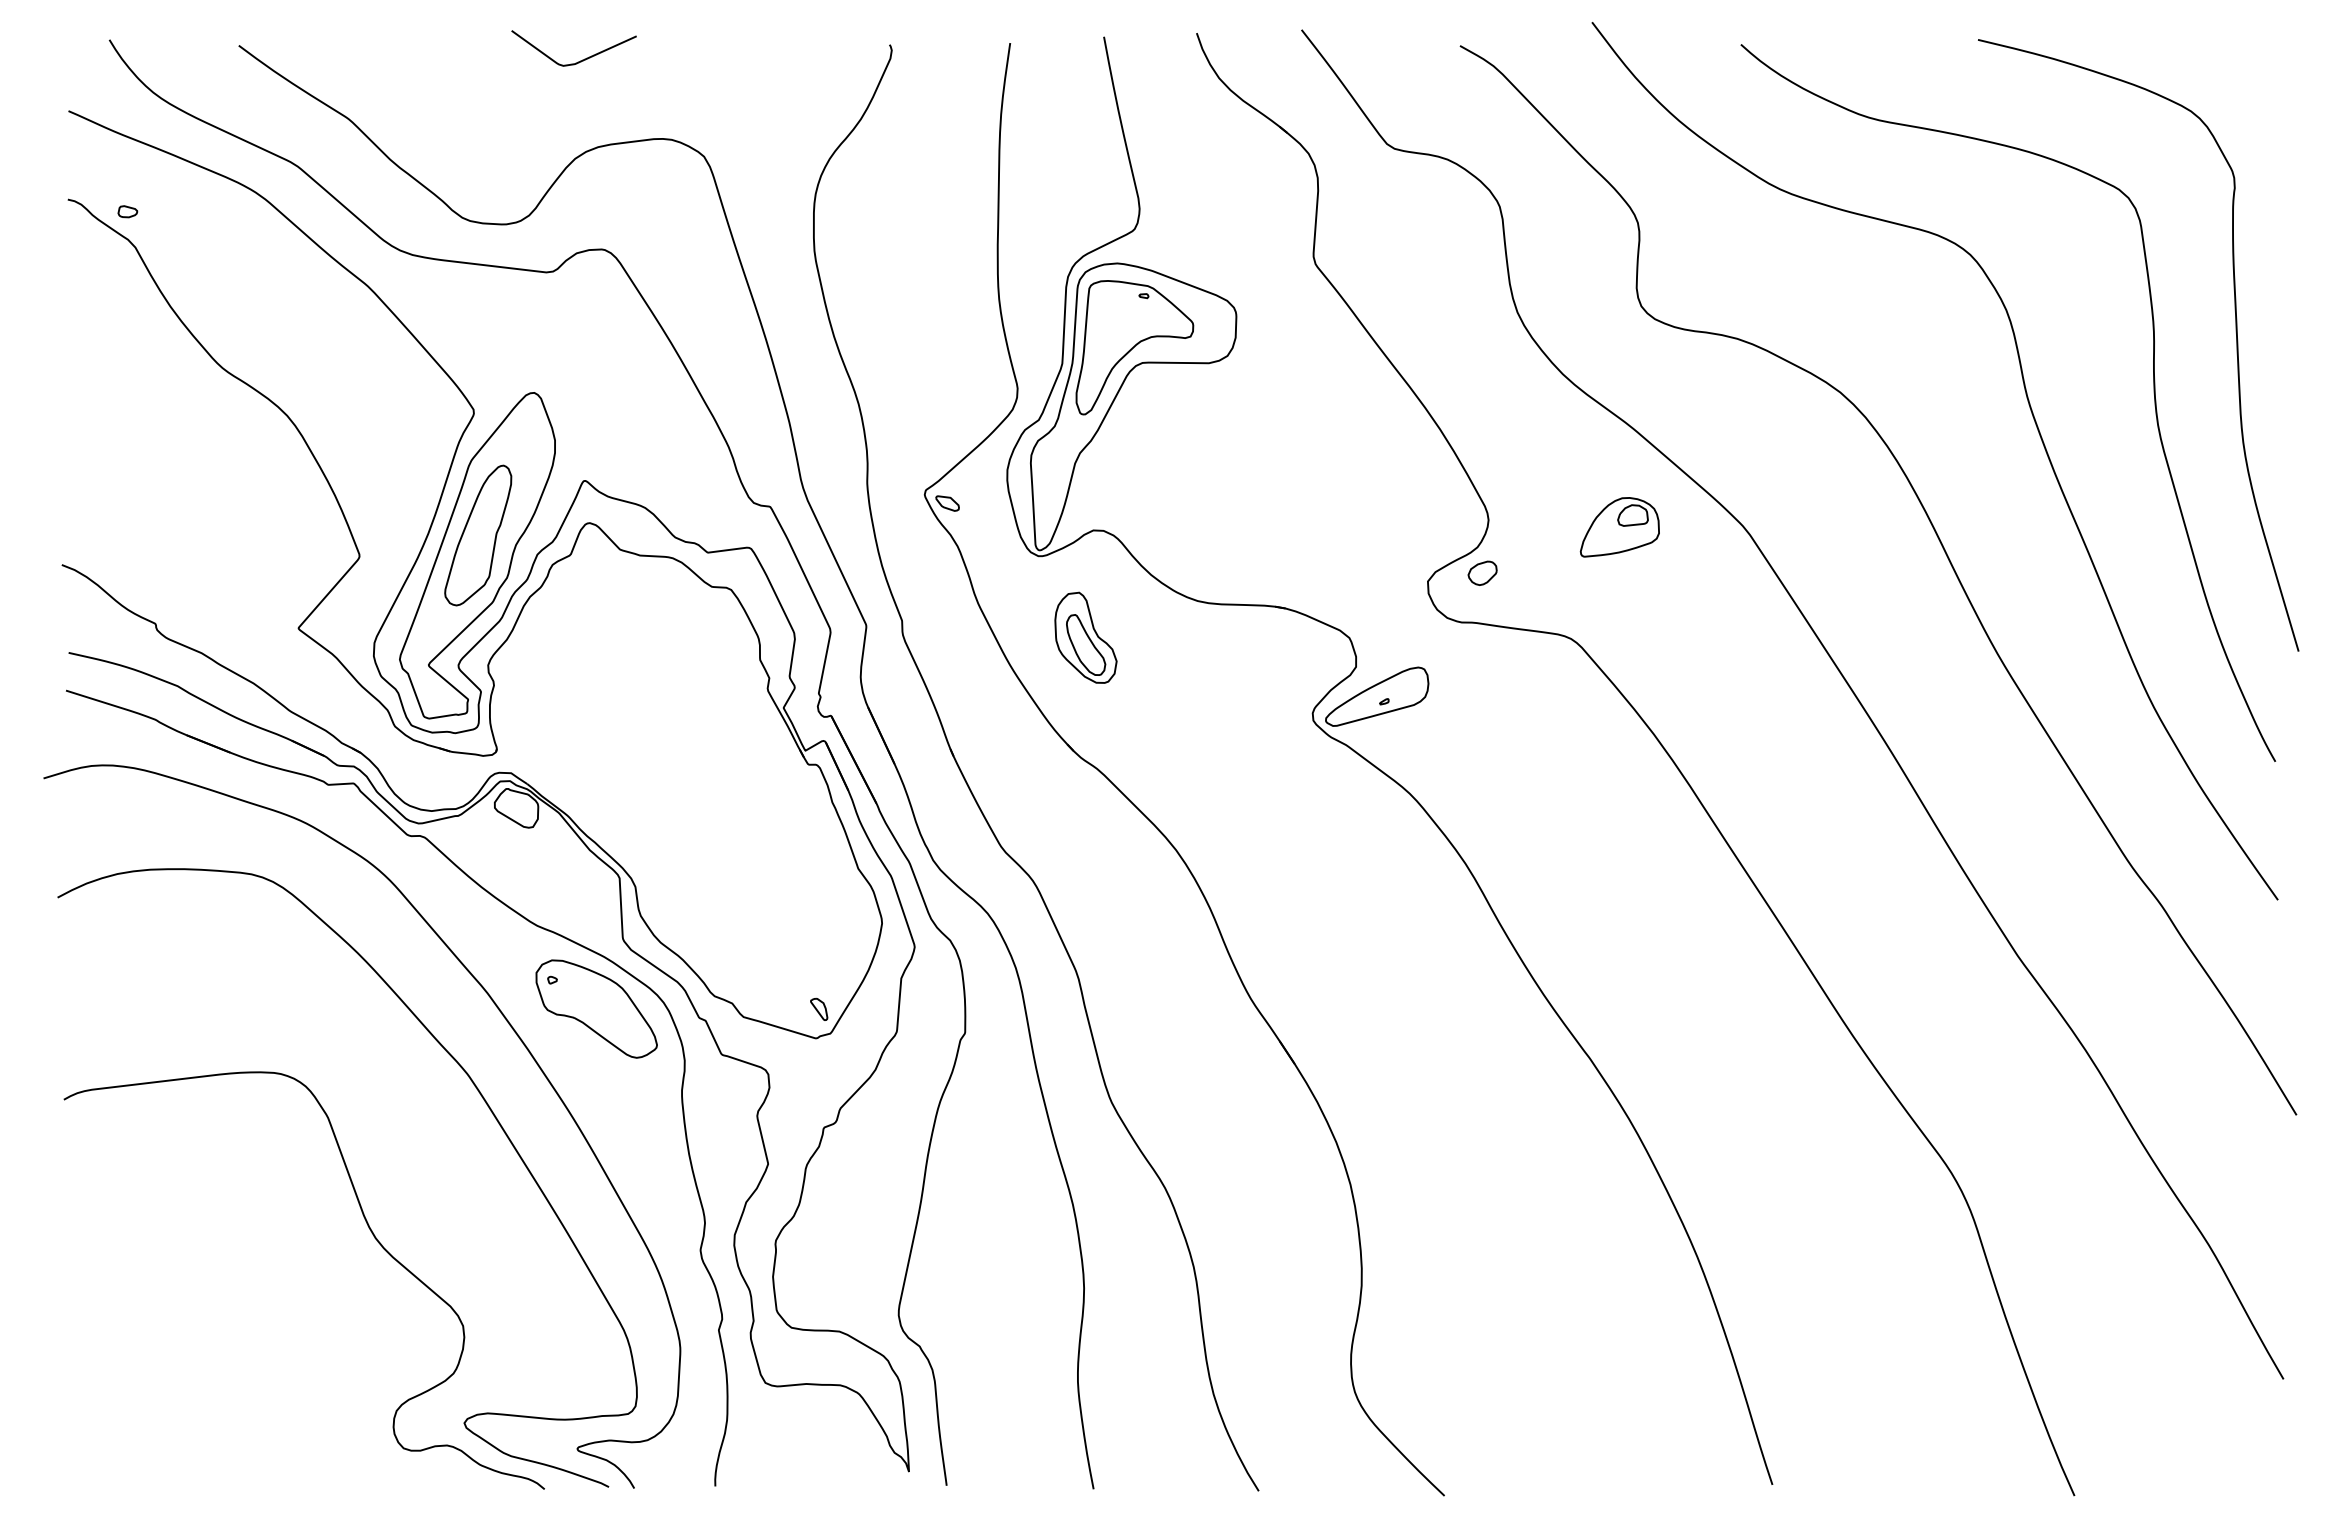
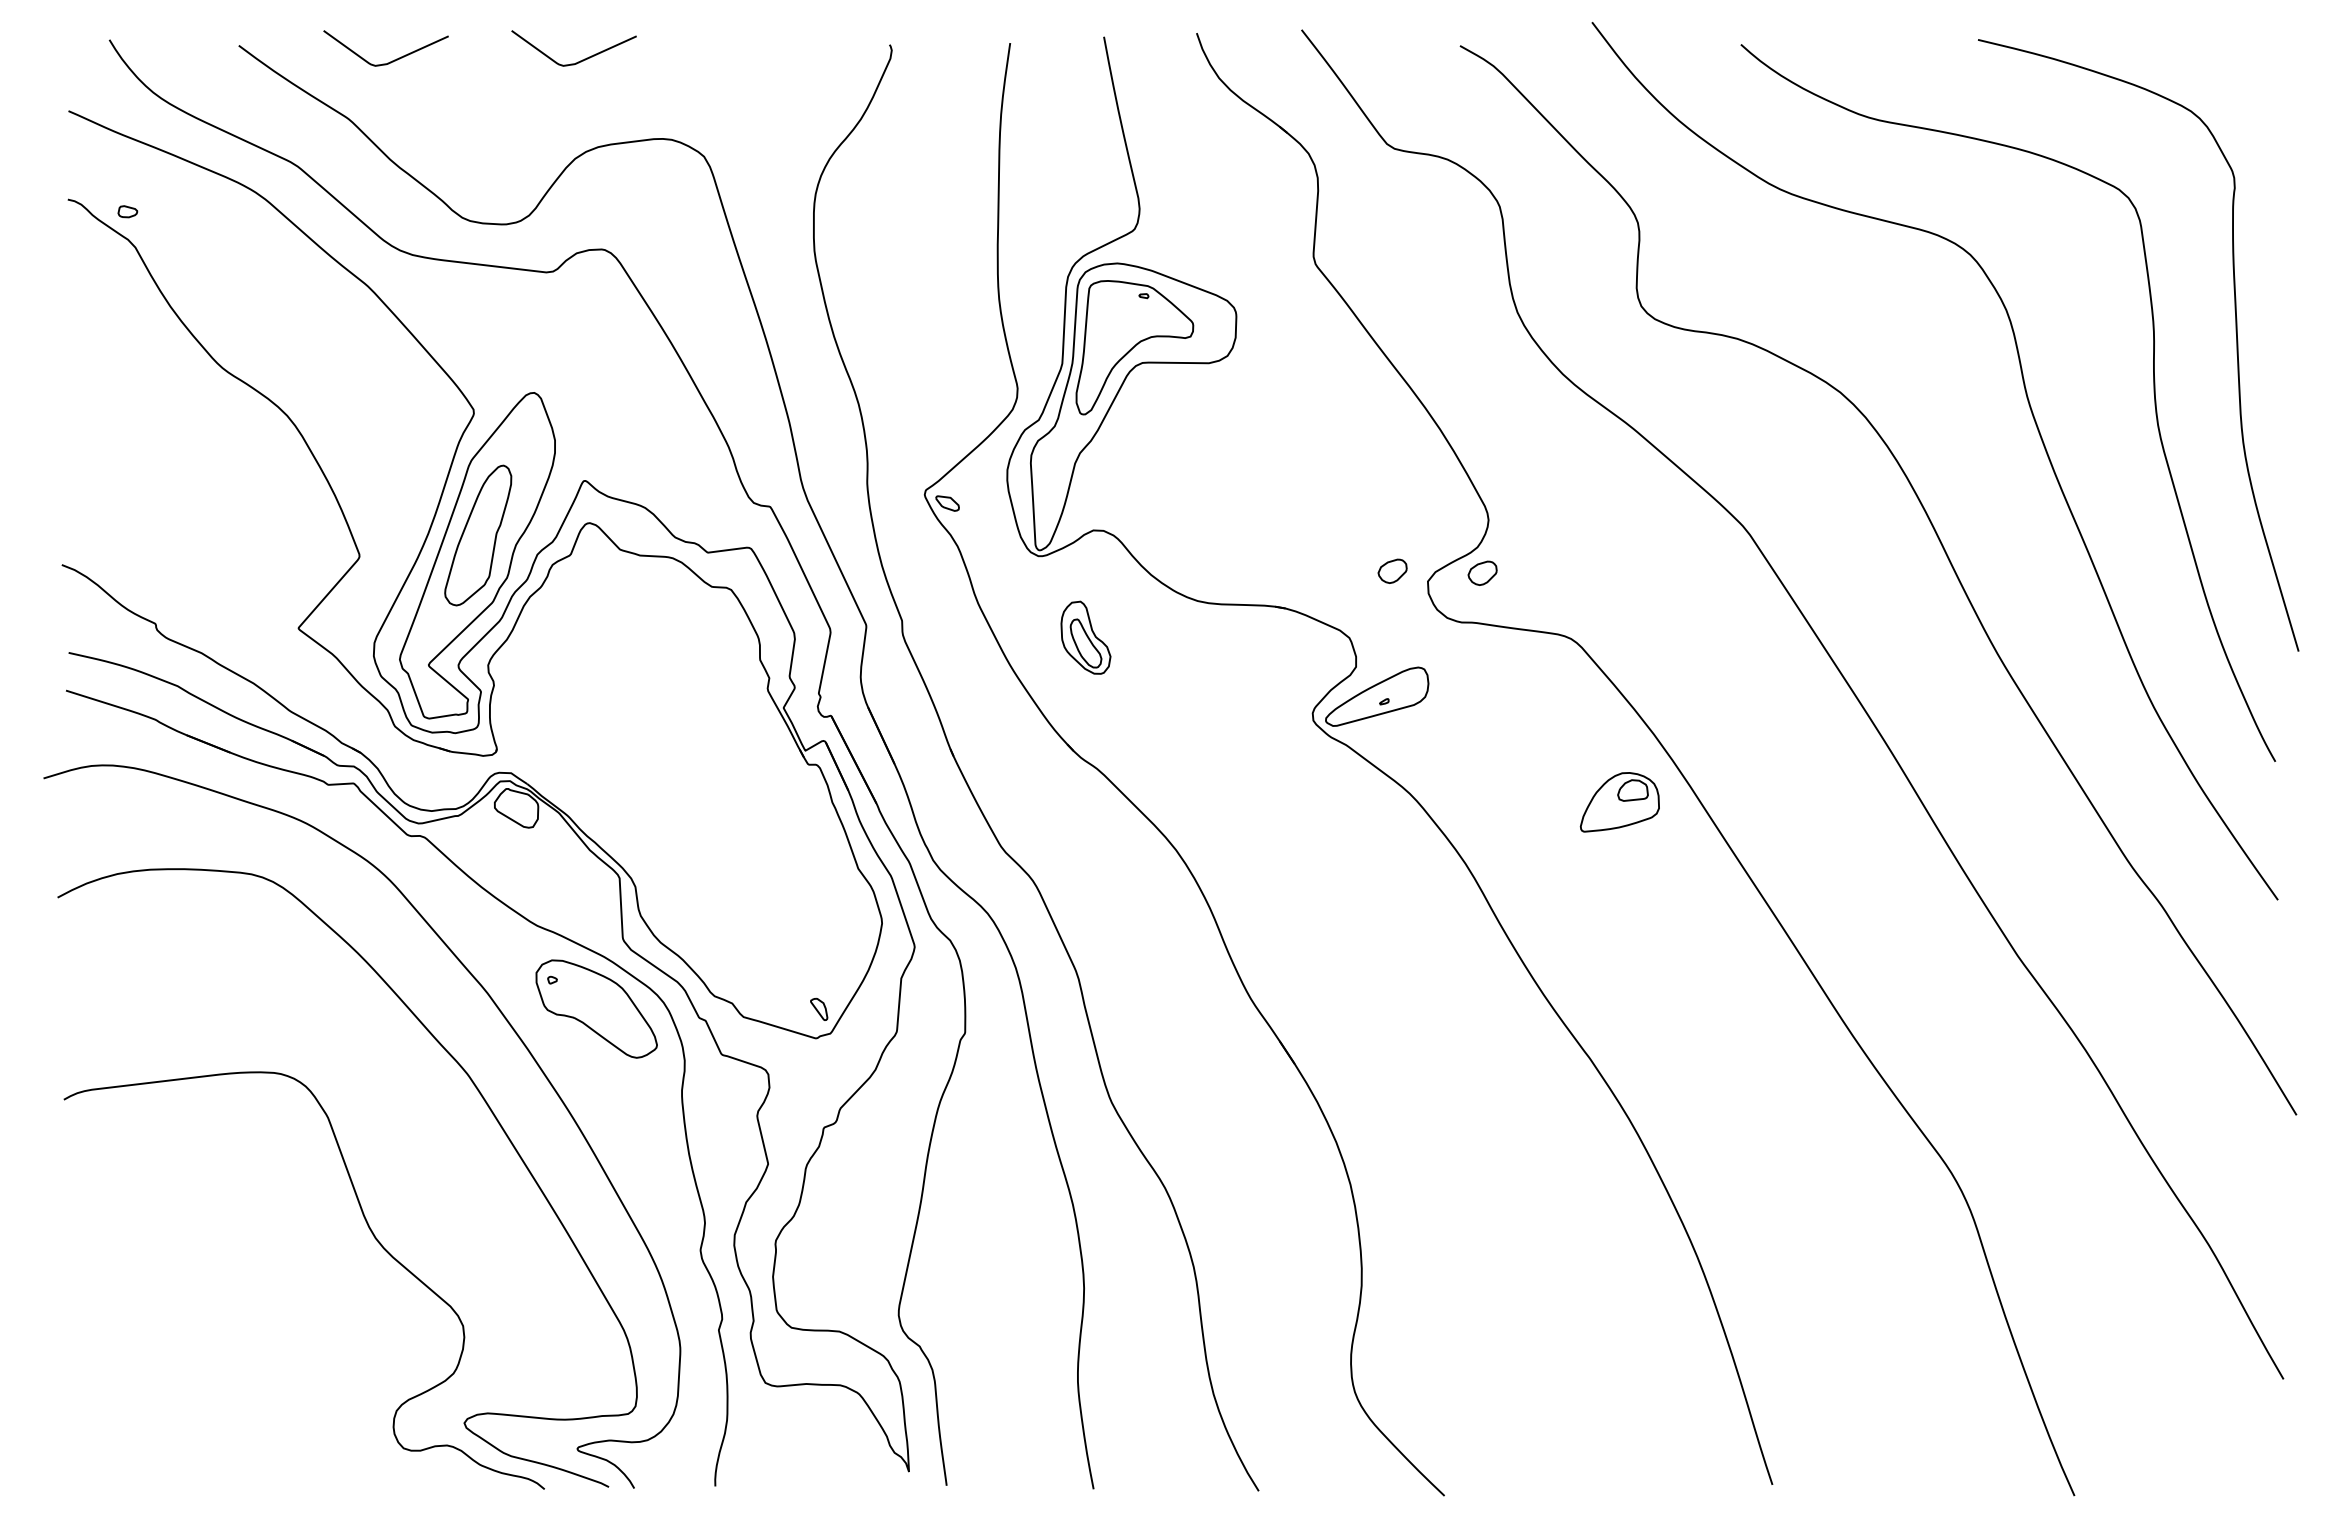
curve at (392, 60): none -> present
part at (1619, 527) position: (1619, 527) -> (1619, 802)
part at (1392, 570): none -> present
part at (1085, 637) size: 64x93 px -> 52x75 px
